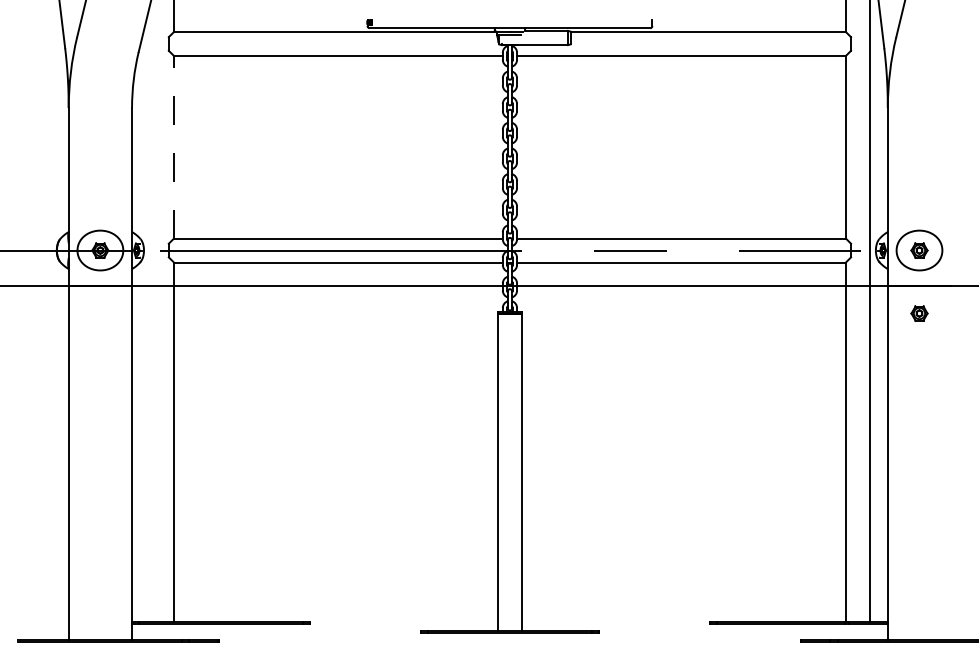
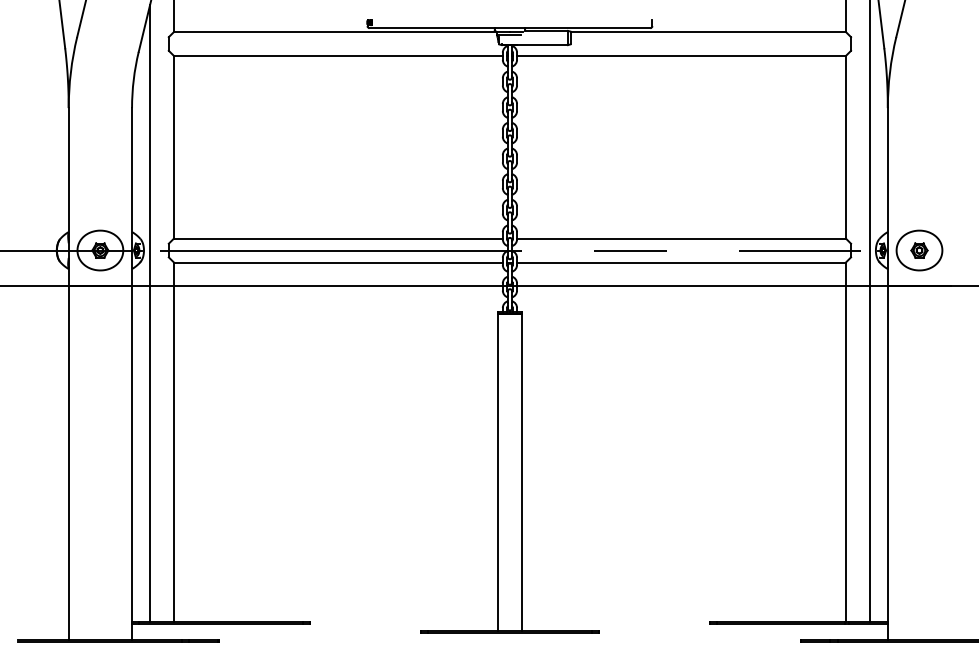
line at (174, 146): dashed -> solid
line at (150, 313): none -> present
part at (919, 313): present -> none
